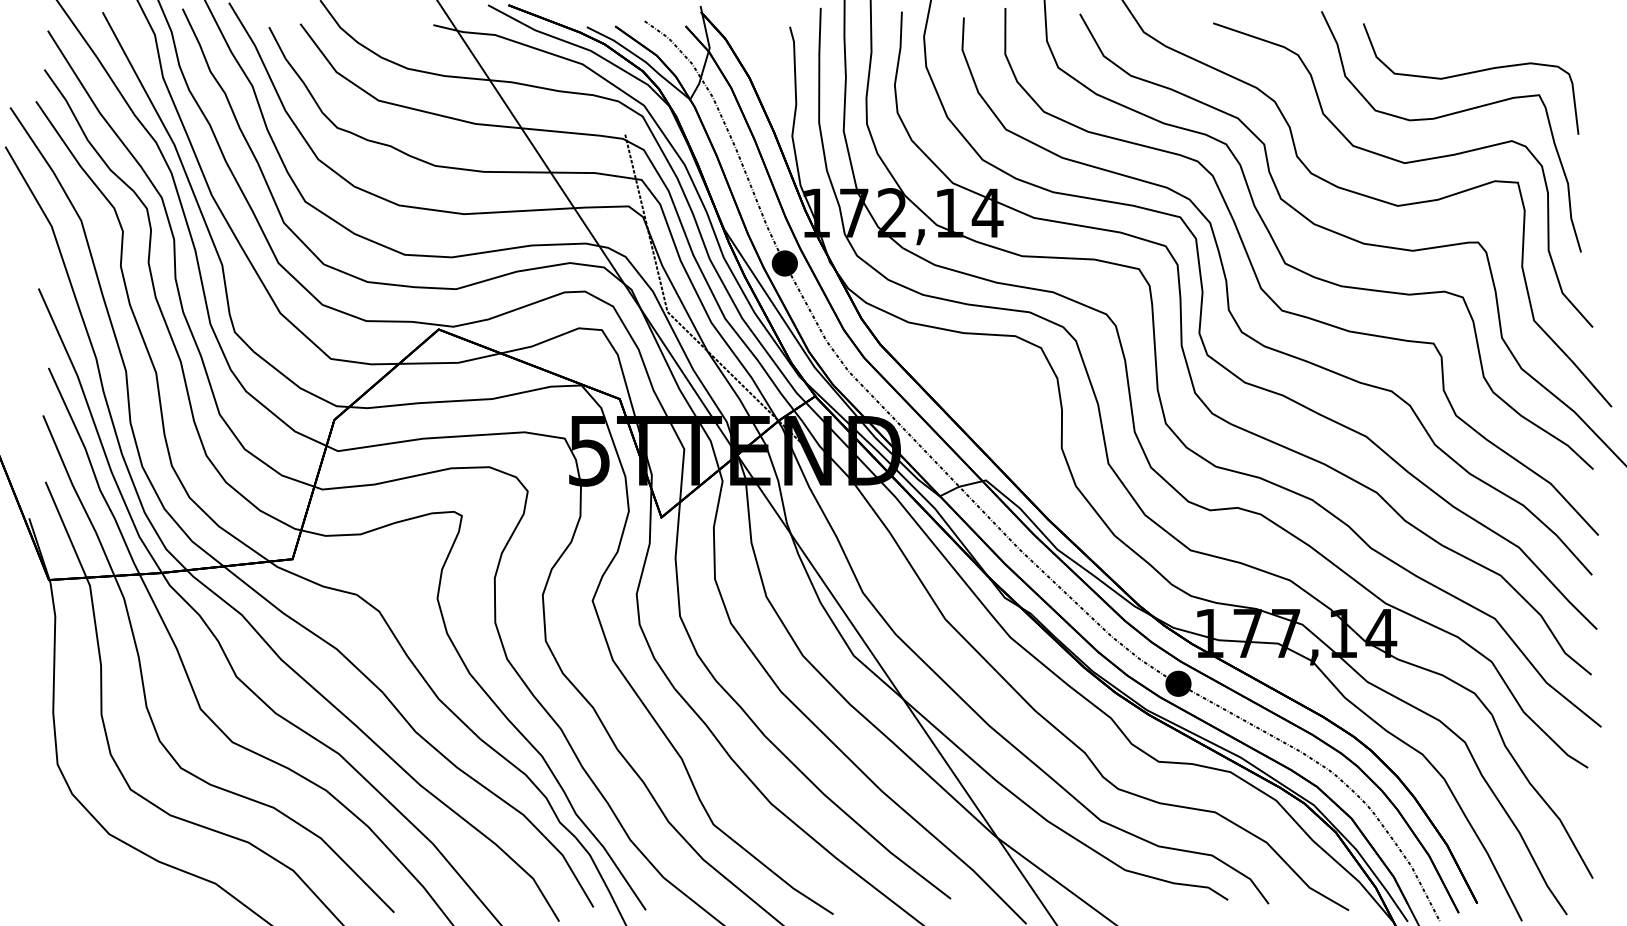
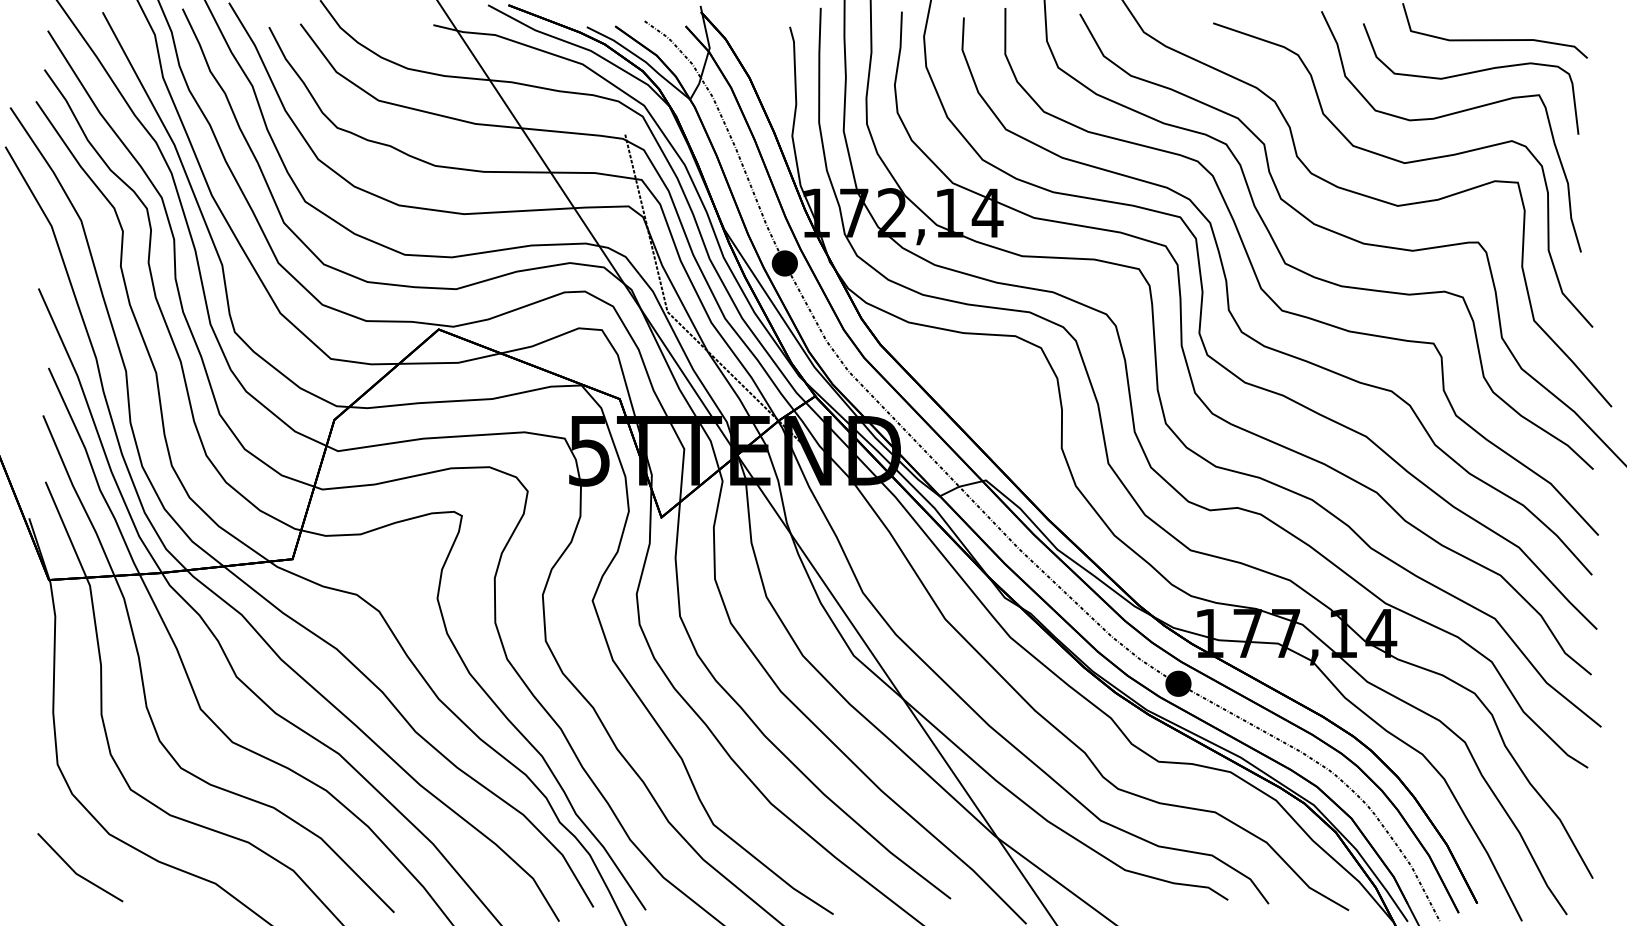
part at (1494, 39): none -> present
line at (75, 871): none -> present
